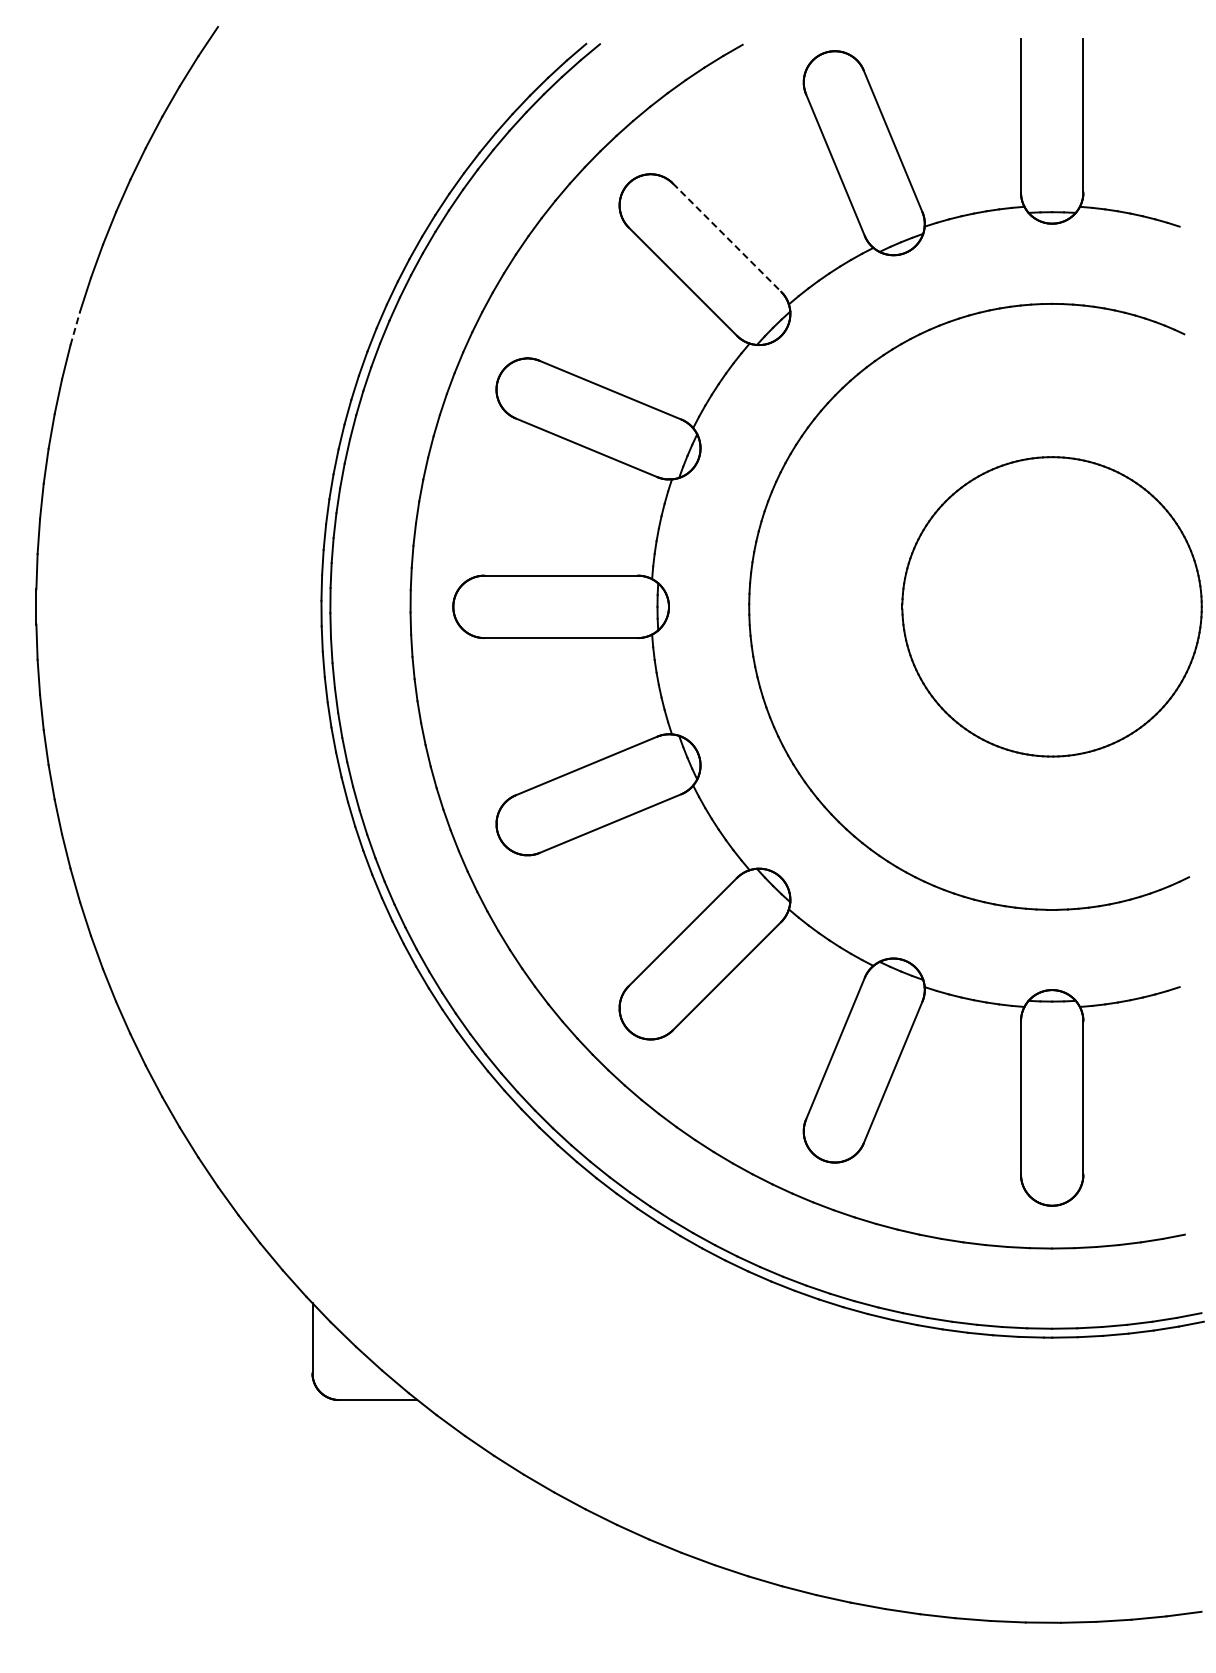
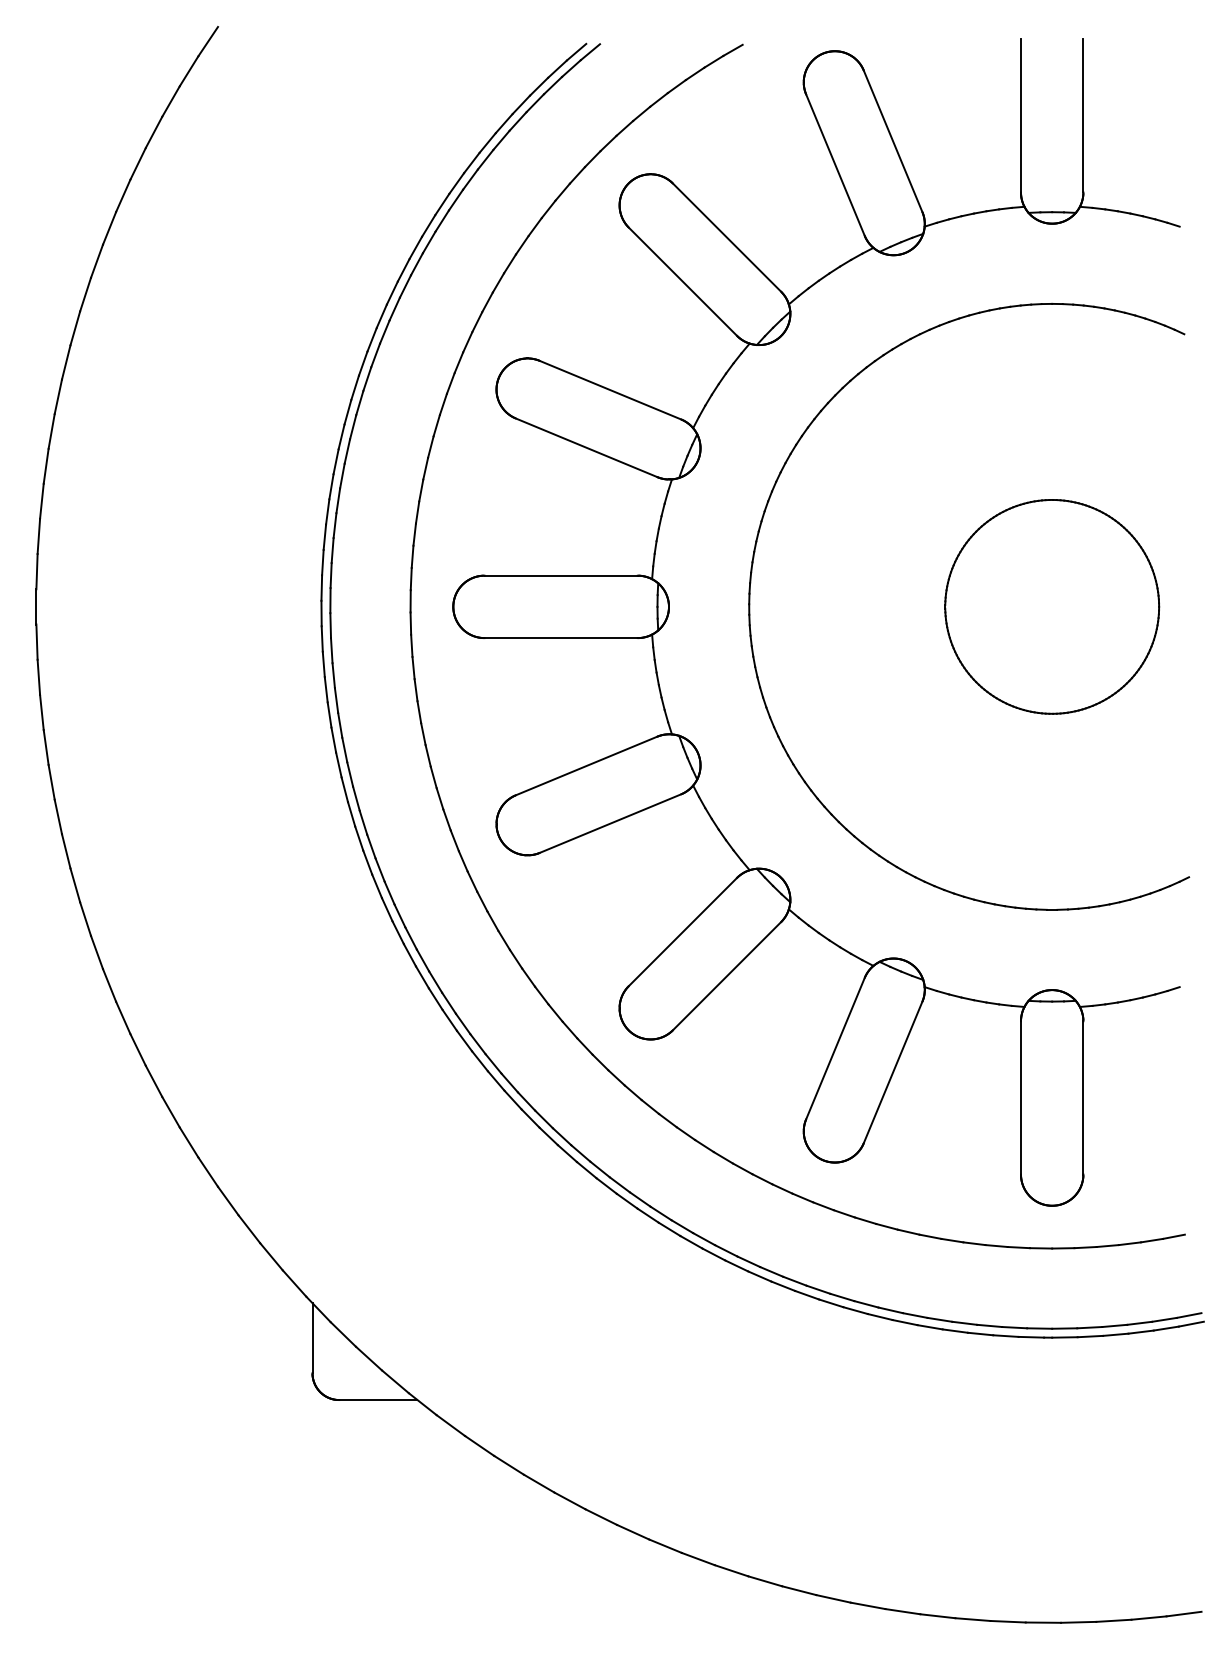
line at (727, 237): dashed -> solid
line at (75, 328): dashed -> solid
part at (1051, 606) size: 302x302 px -> 217x216 px
